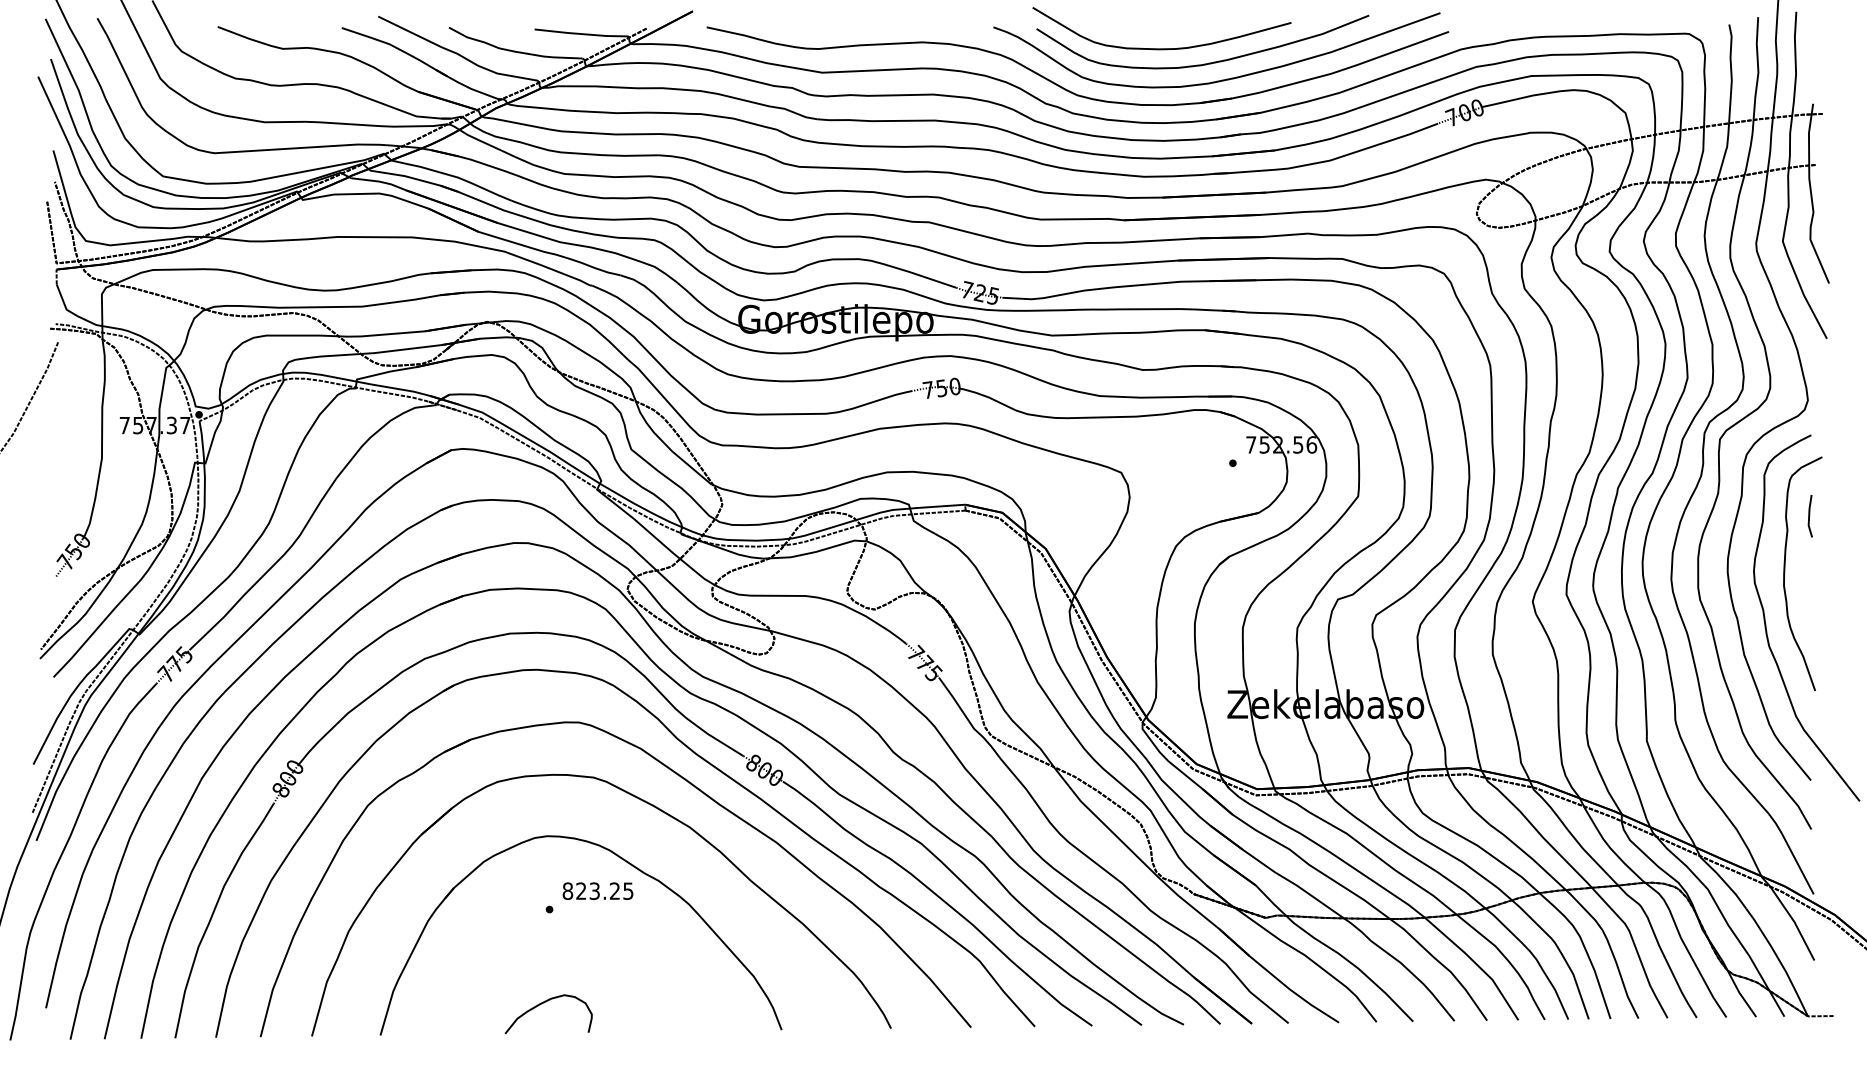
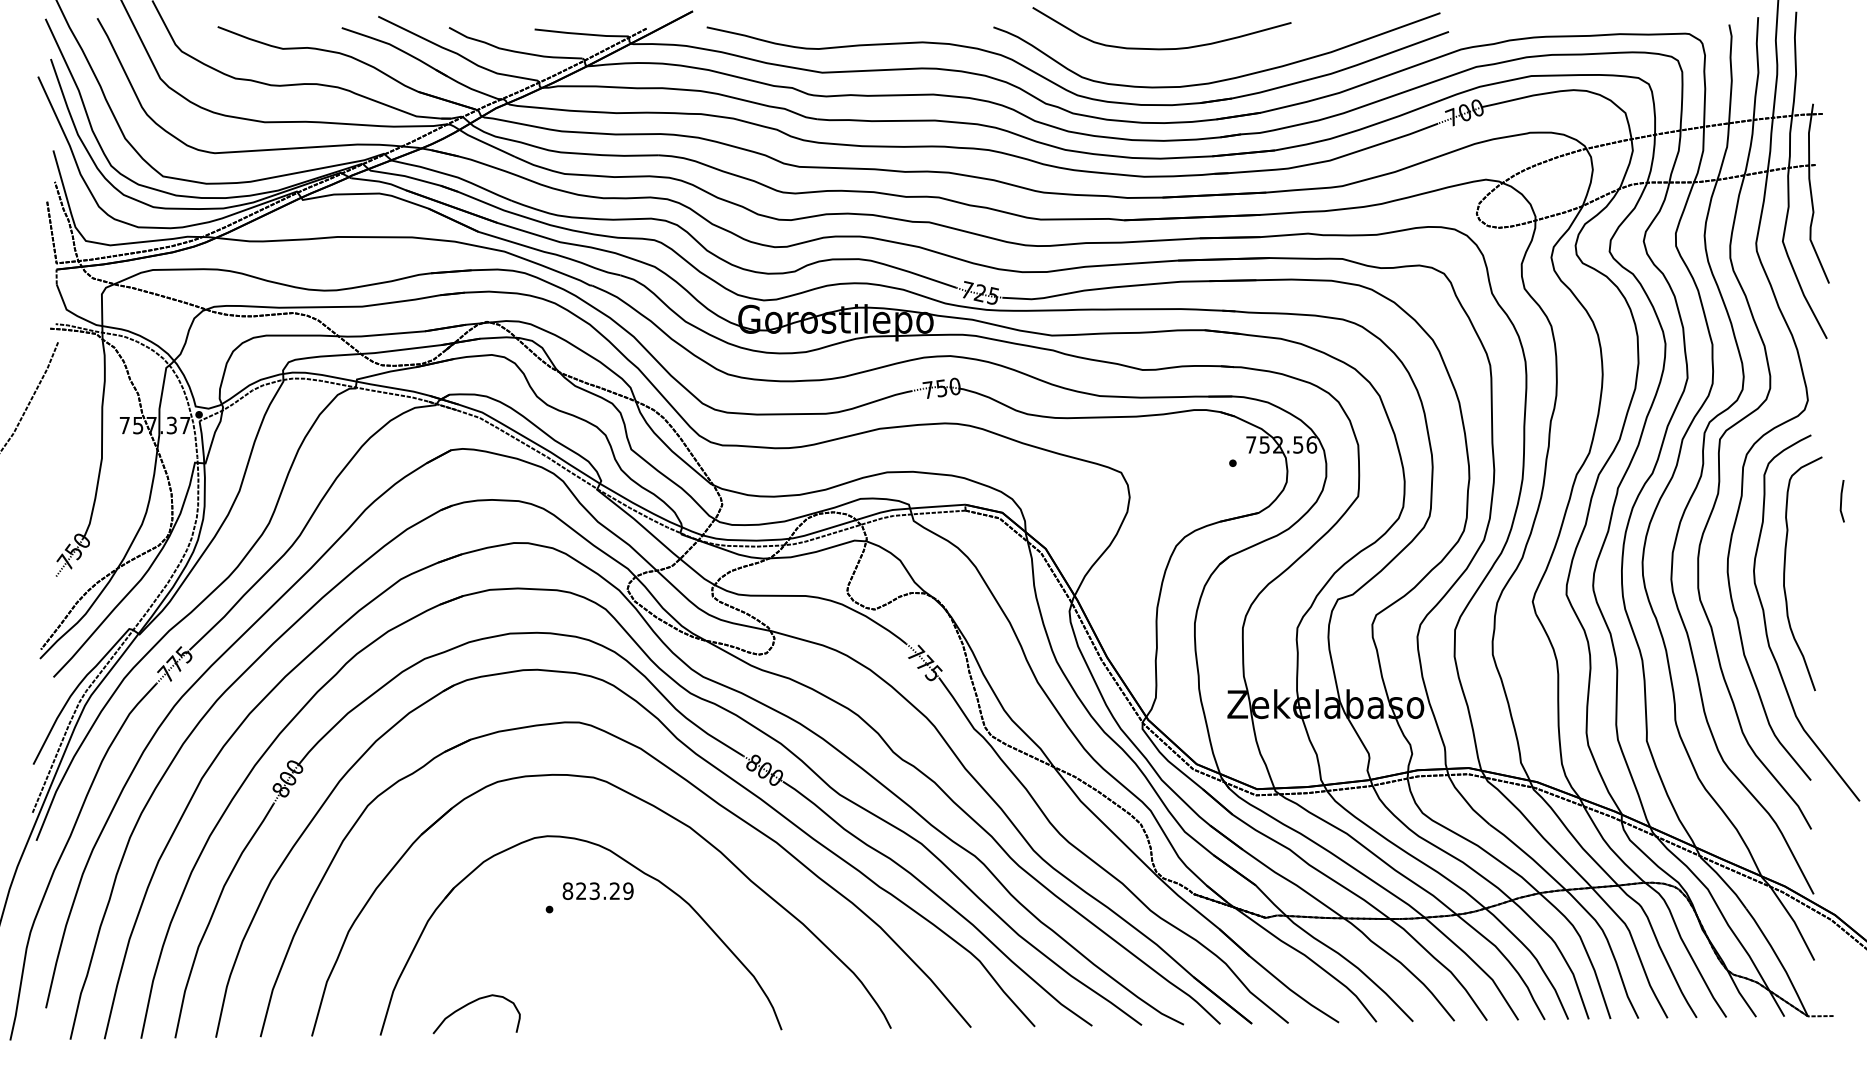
curve at (1208, 62): present -> none
line at (1809, 516) position: (1809, 516) -> (1841, 501)
text at (628, 890): 823.25 -> 823.29
curve at (544, 1003) position: (544, 1003) -> (472, 1003)
